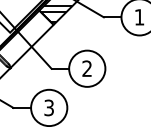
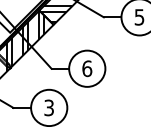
text at (139, 17): 1 -> 5
hatch at (25, 41): none -> present
text at (87, 68): 2 -> 6
